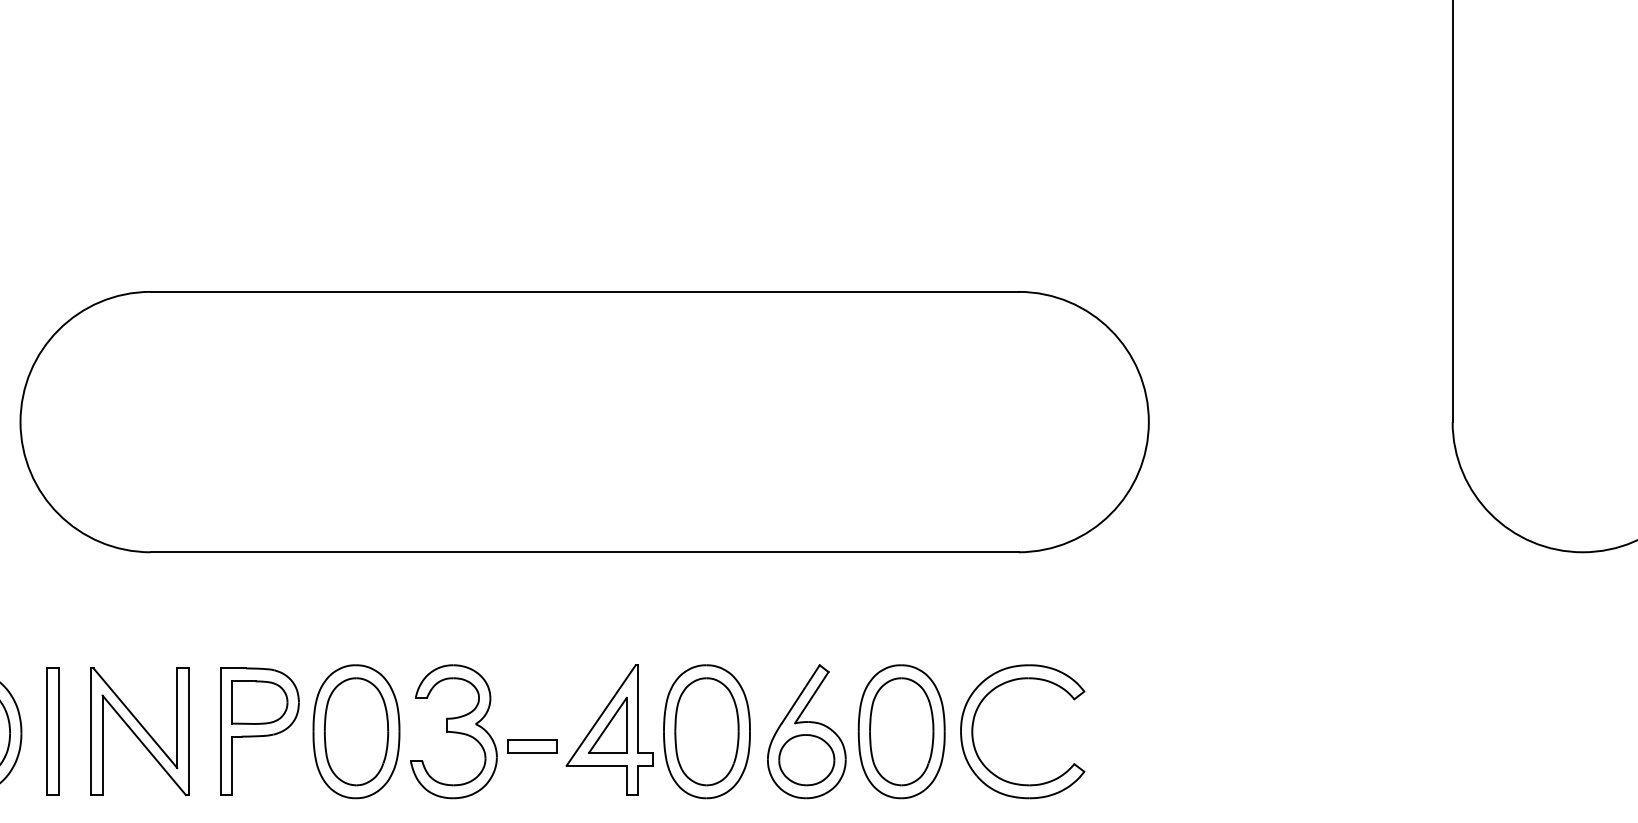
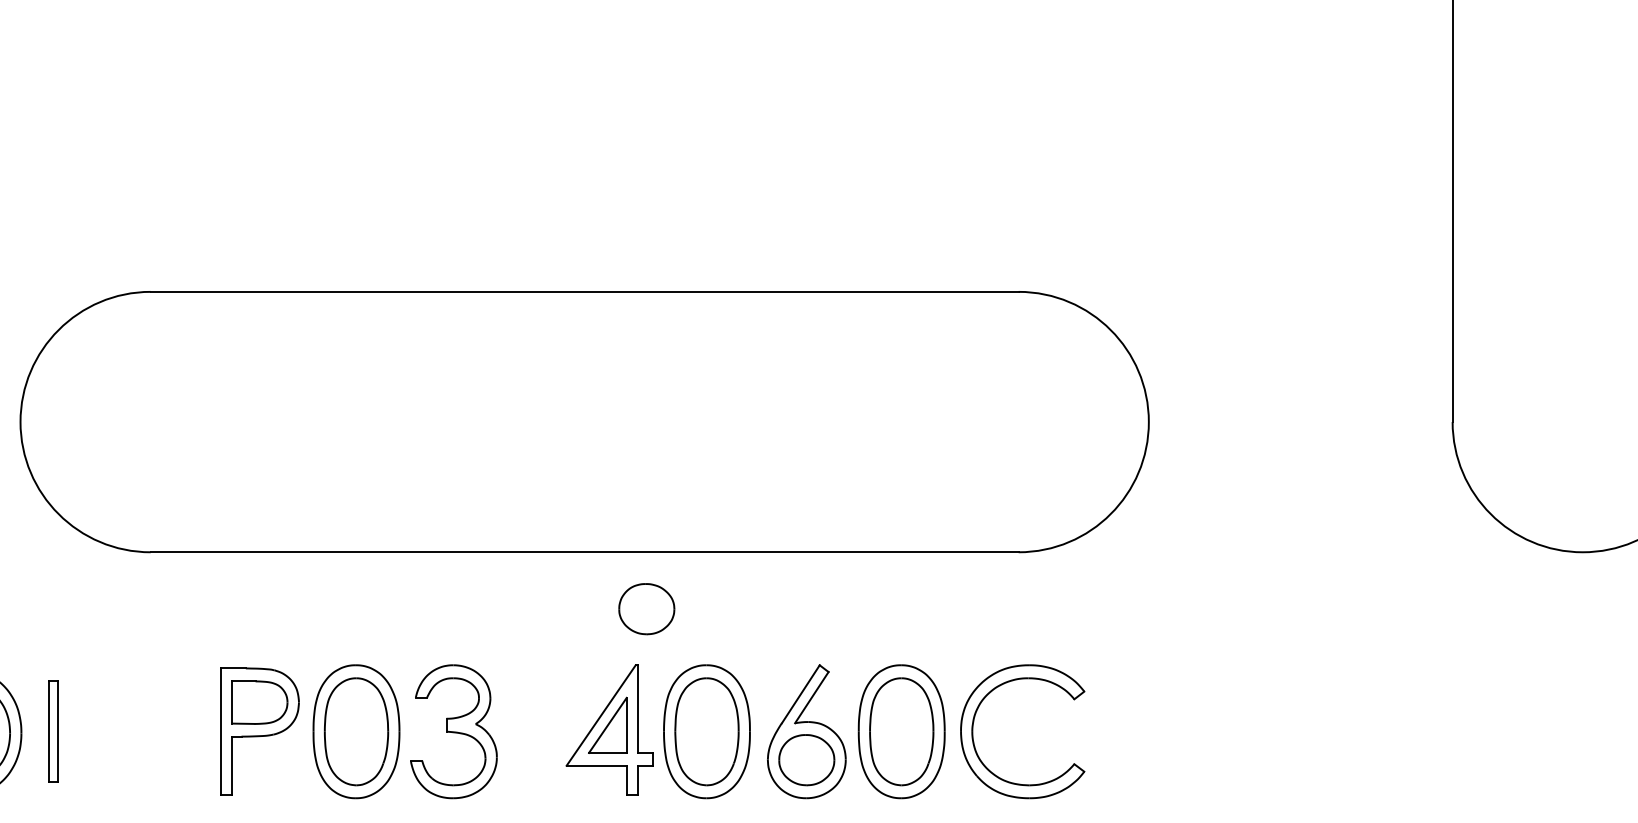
part at (646, 609): none -> present
part at (52, 731) size: 14x129 px -> 11x103 px
part at (139, 731): present -> none
part at (532, 746): present -> none
